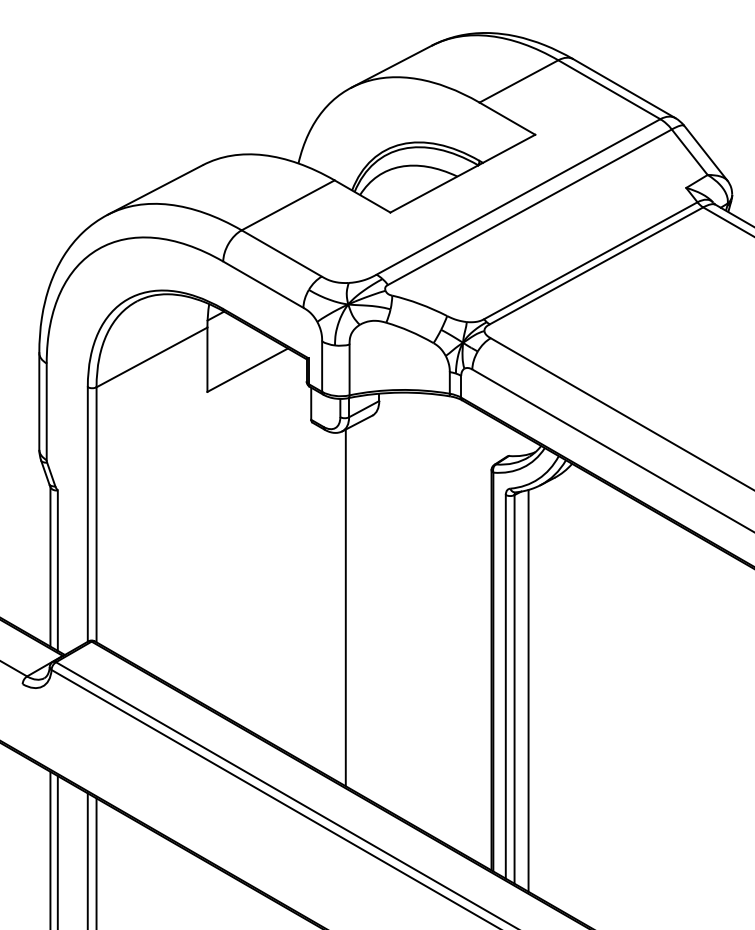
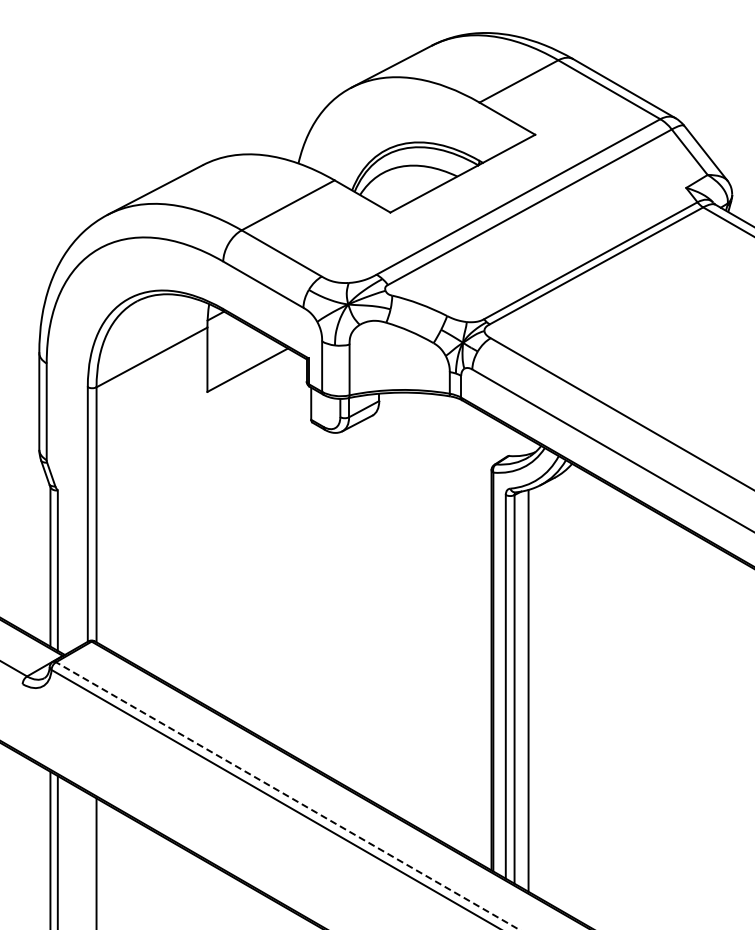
line at (345, 607): present -> none
line at (287, 795): solid -> dashed
line at (87, 859): present -> none
